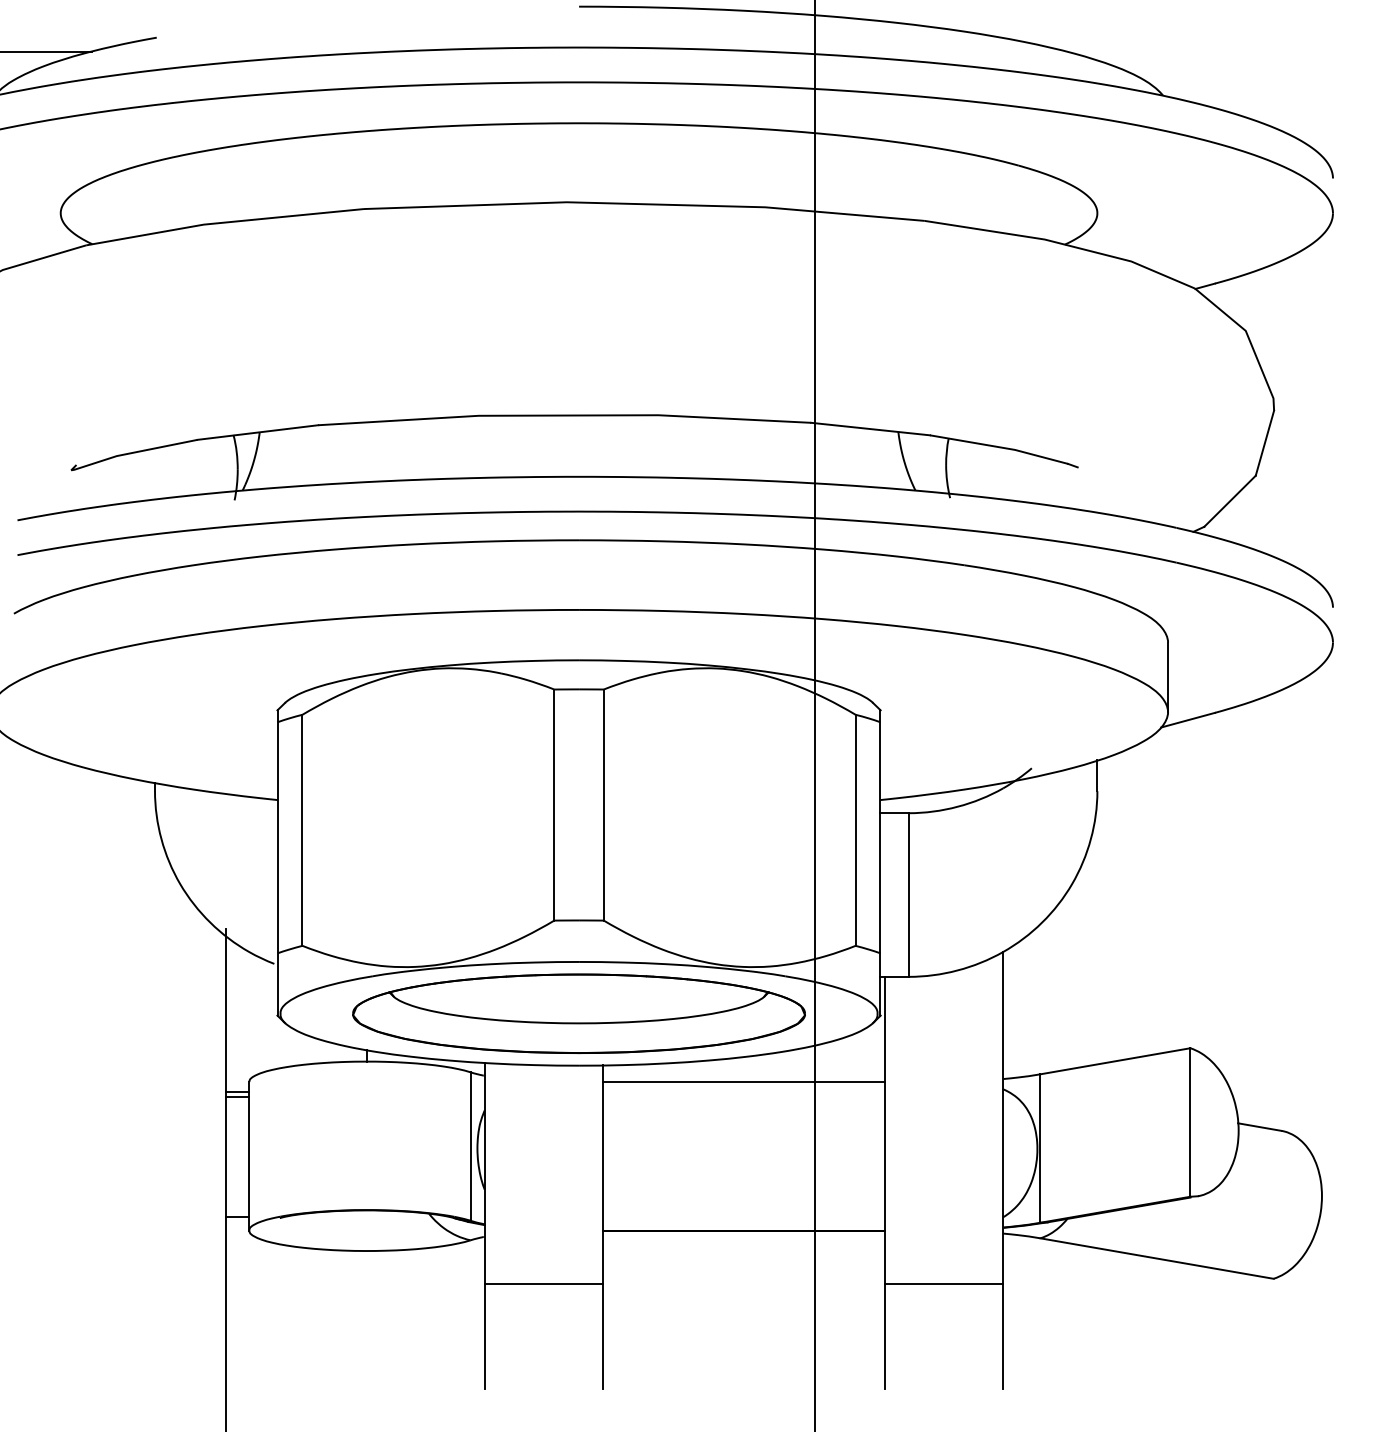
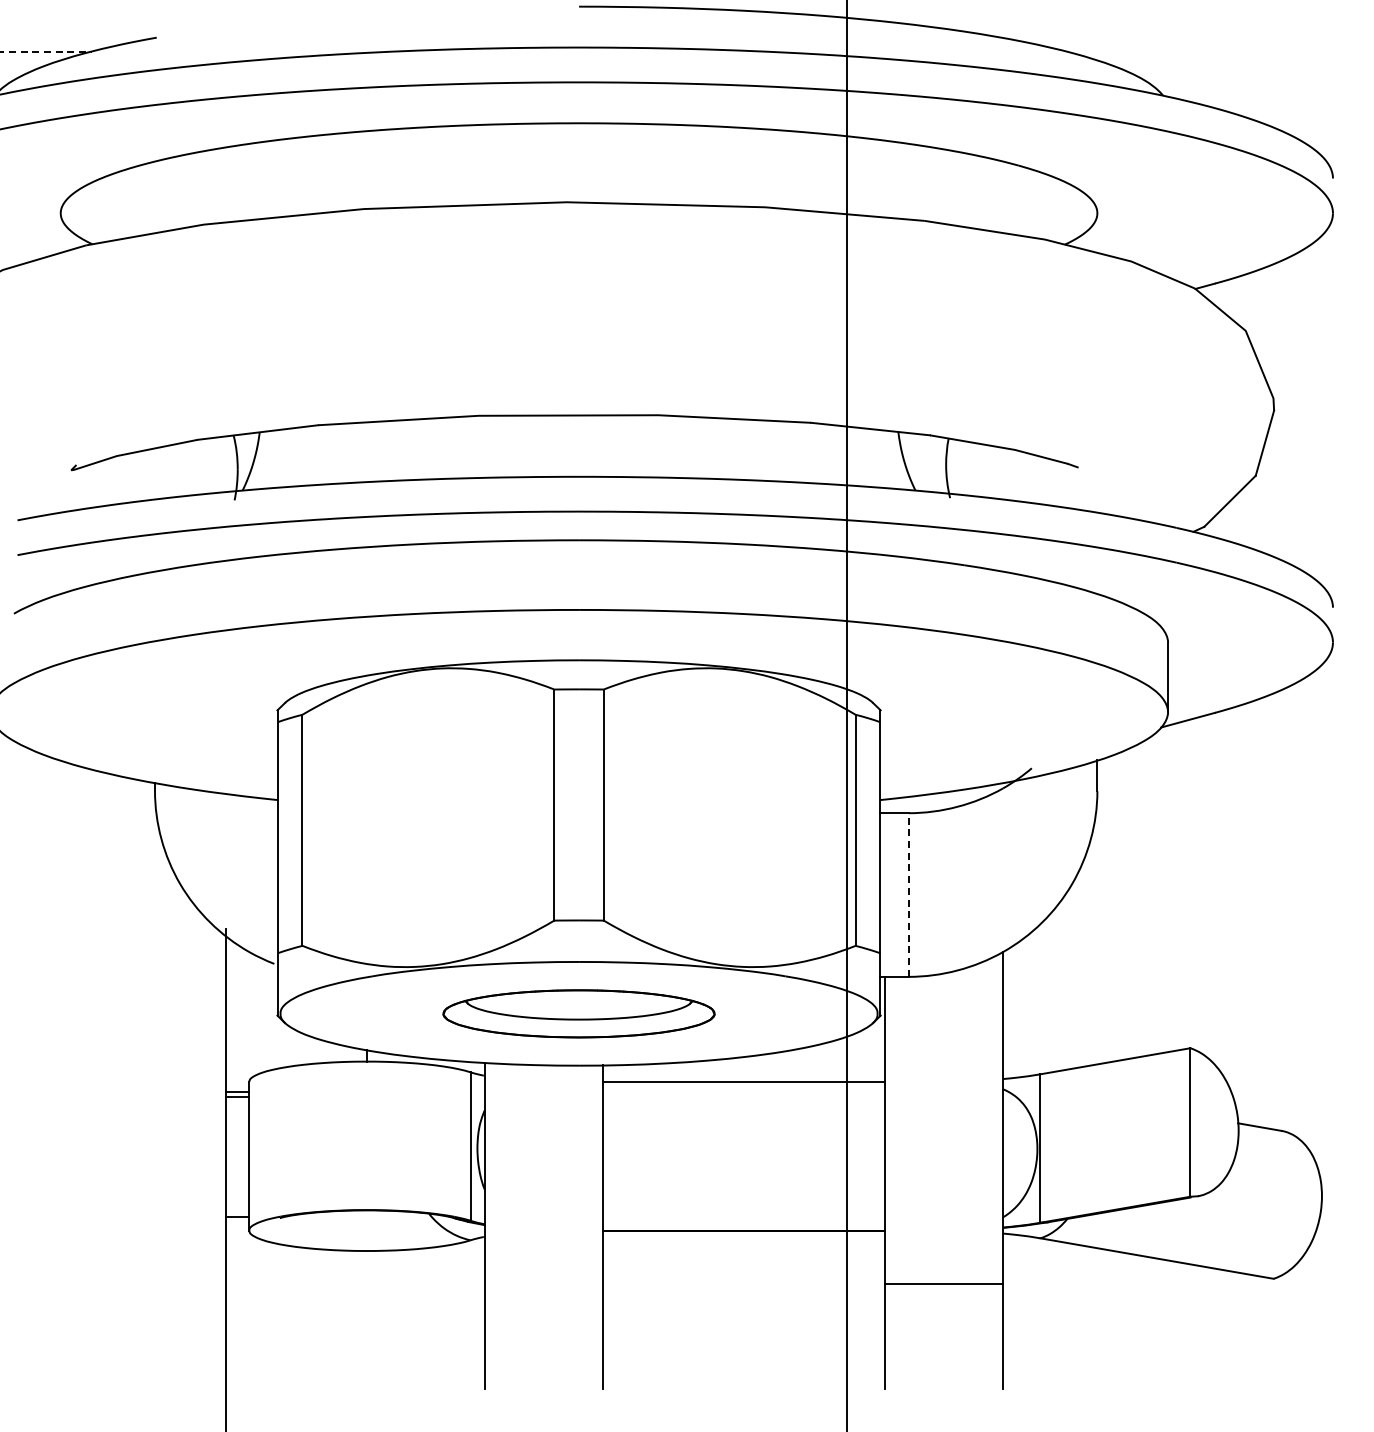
line at (46, 51): solid -> dashed
line at (814, 715) position: (814, 715) -> (846, 715)
line at (908, 895): solid -> dashed
part at (578, 1013) size: 454x82 px -> 274x50 px
line at (543, 1284): present -> none
